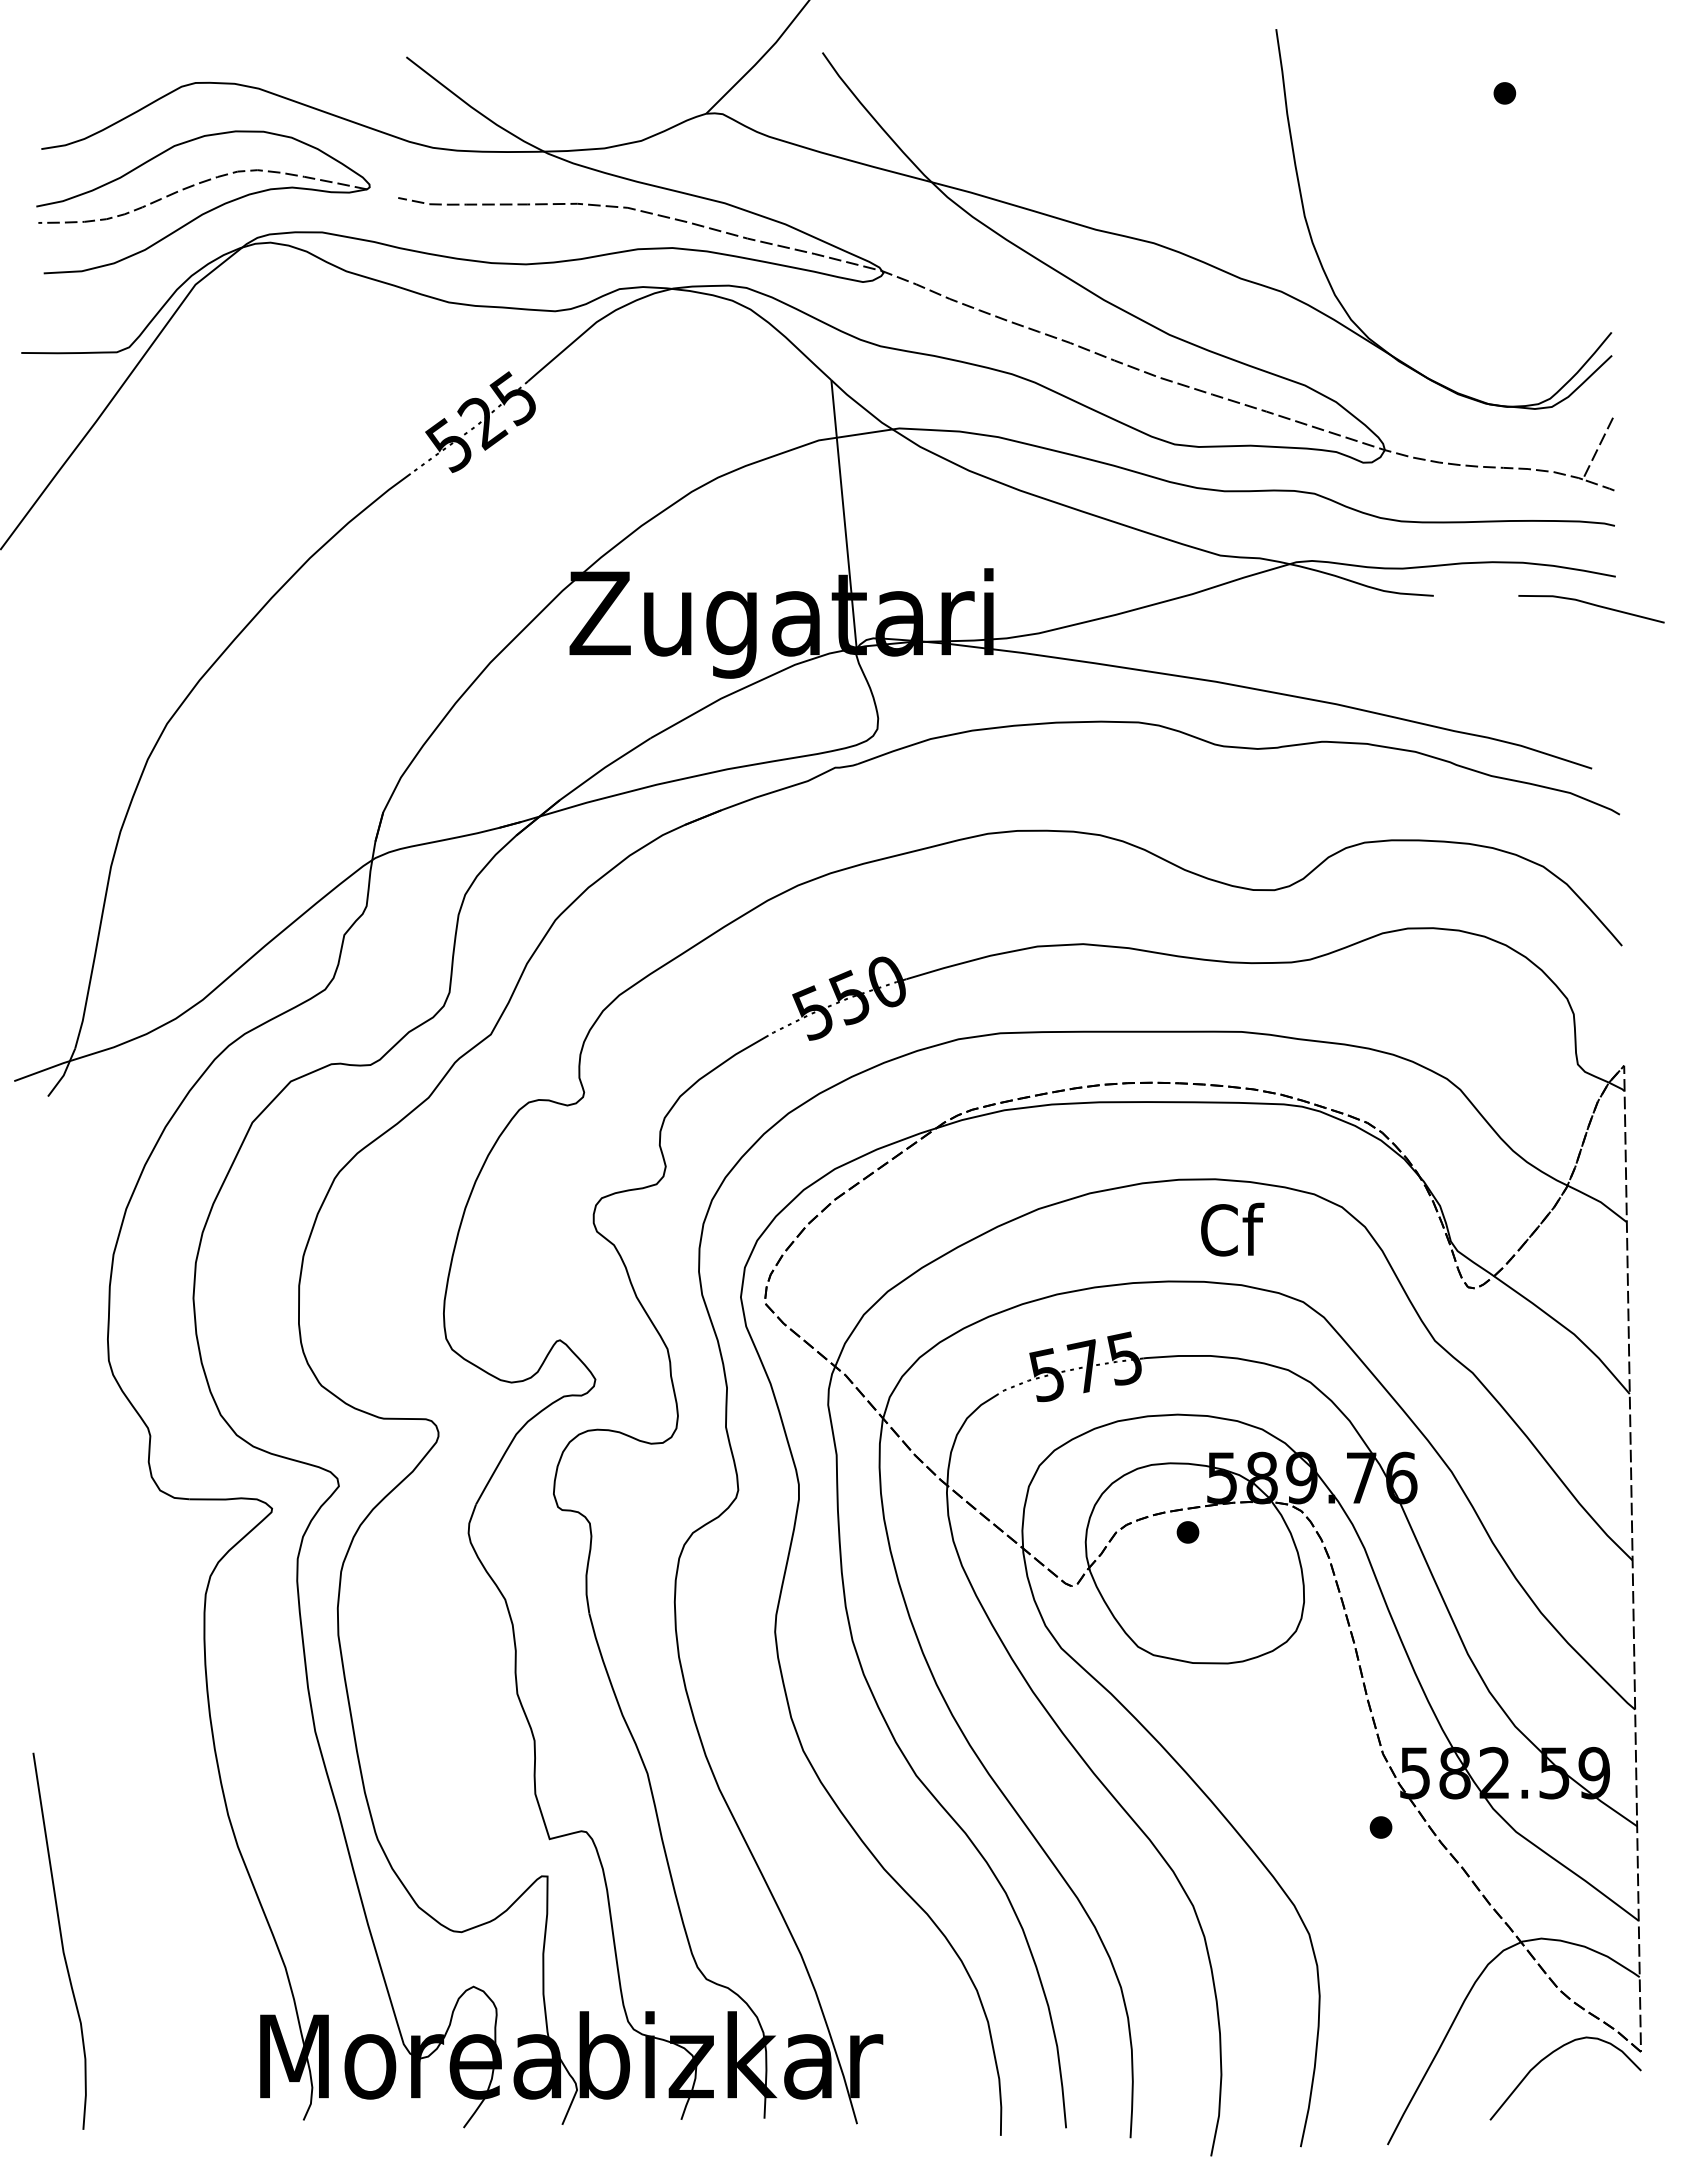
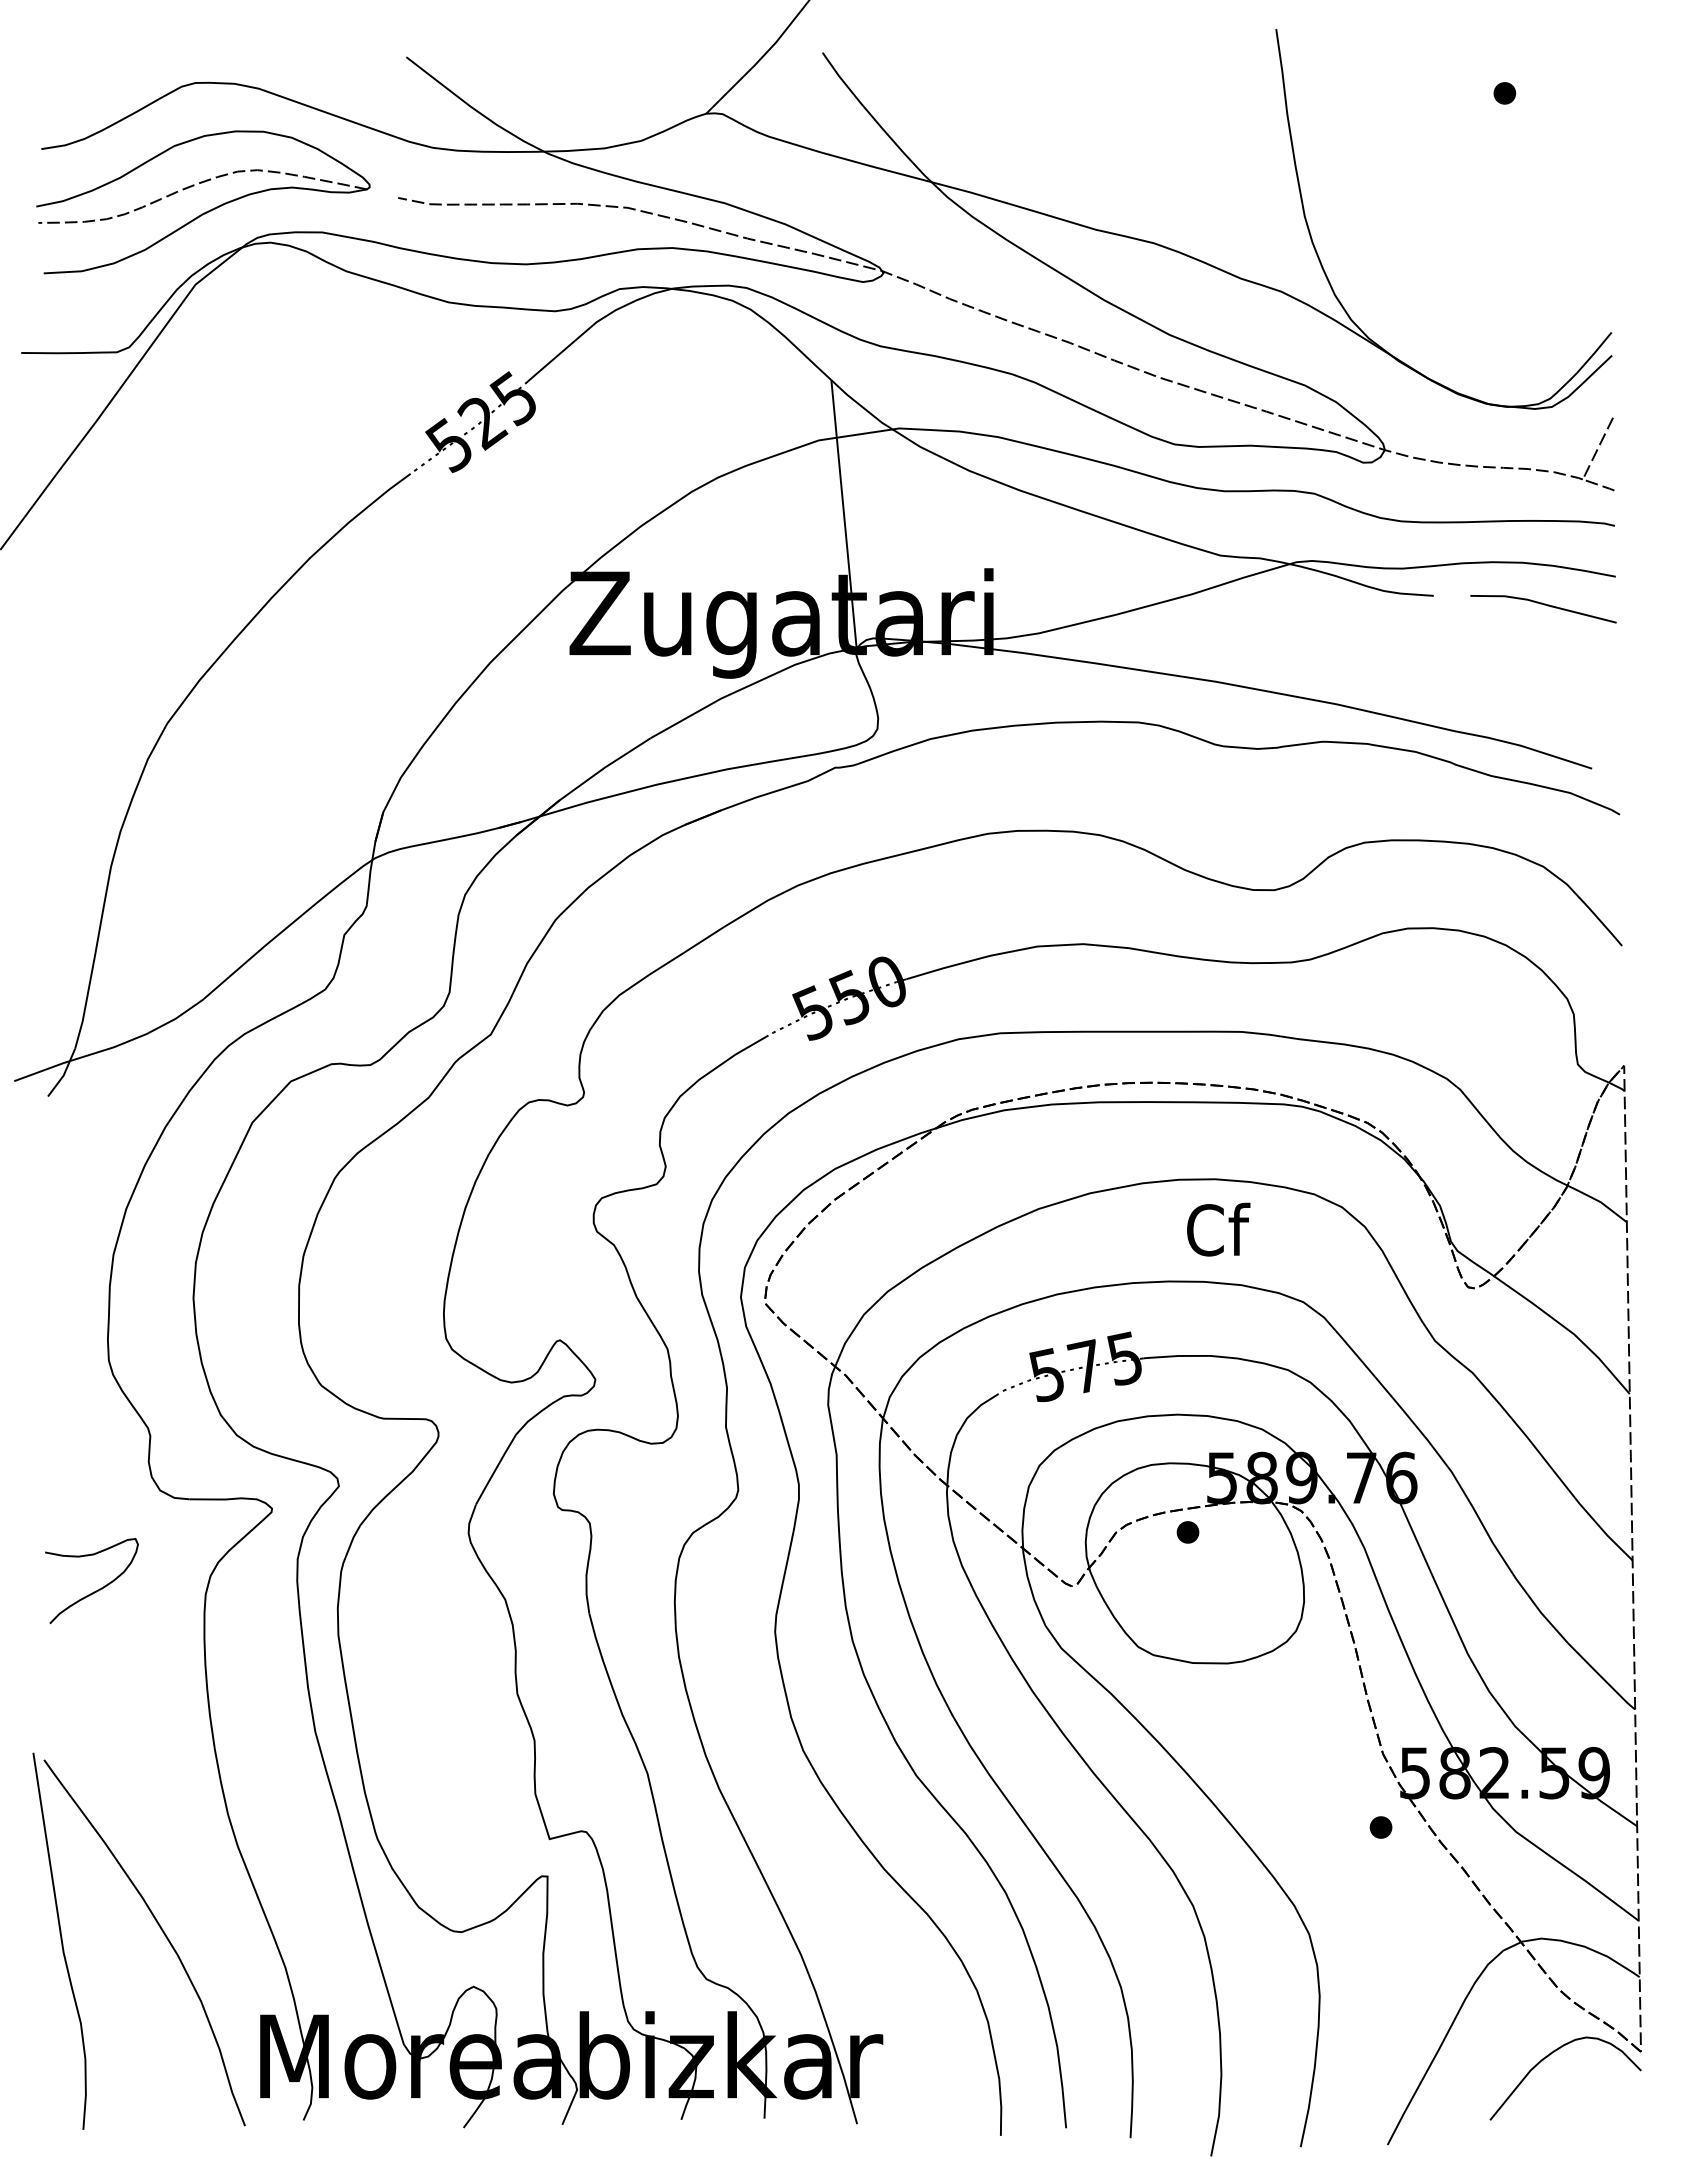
curve at (1592, 605) position: (1592, 605) -> (1544, 605)
text at (1232, 1229) position: (1232, 1229) -> (1218, 1229)
curve at (95, 1590): none -> present
curve at (162, 1932): none -> present
